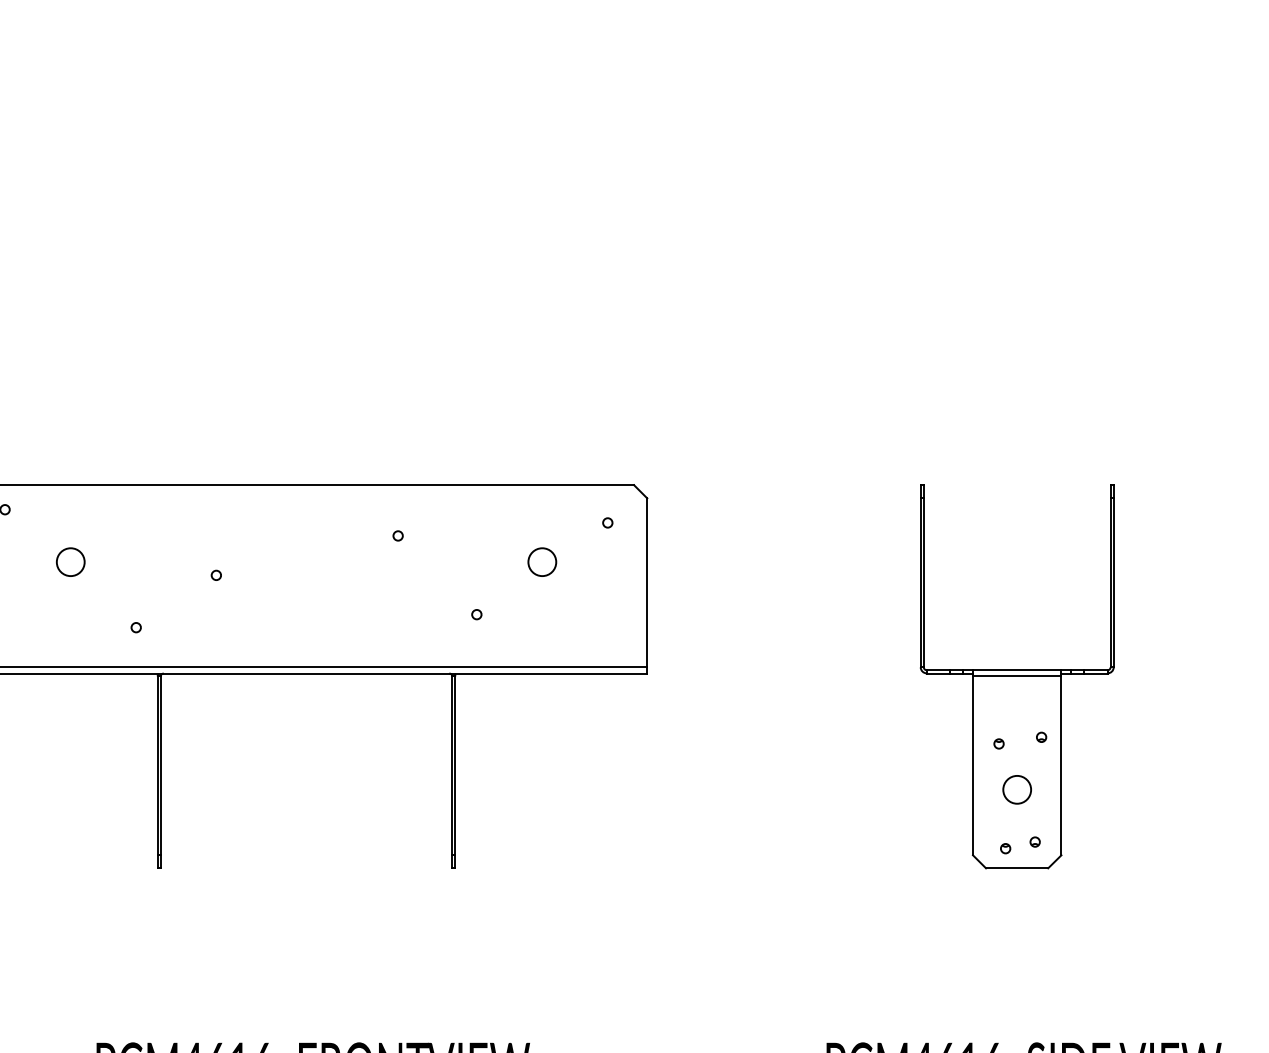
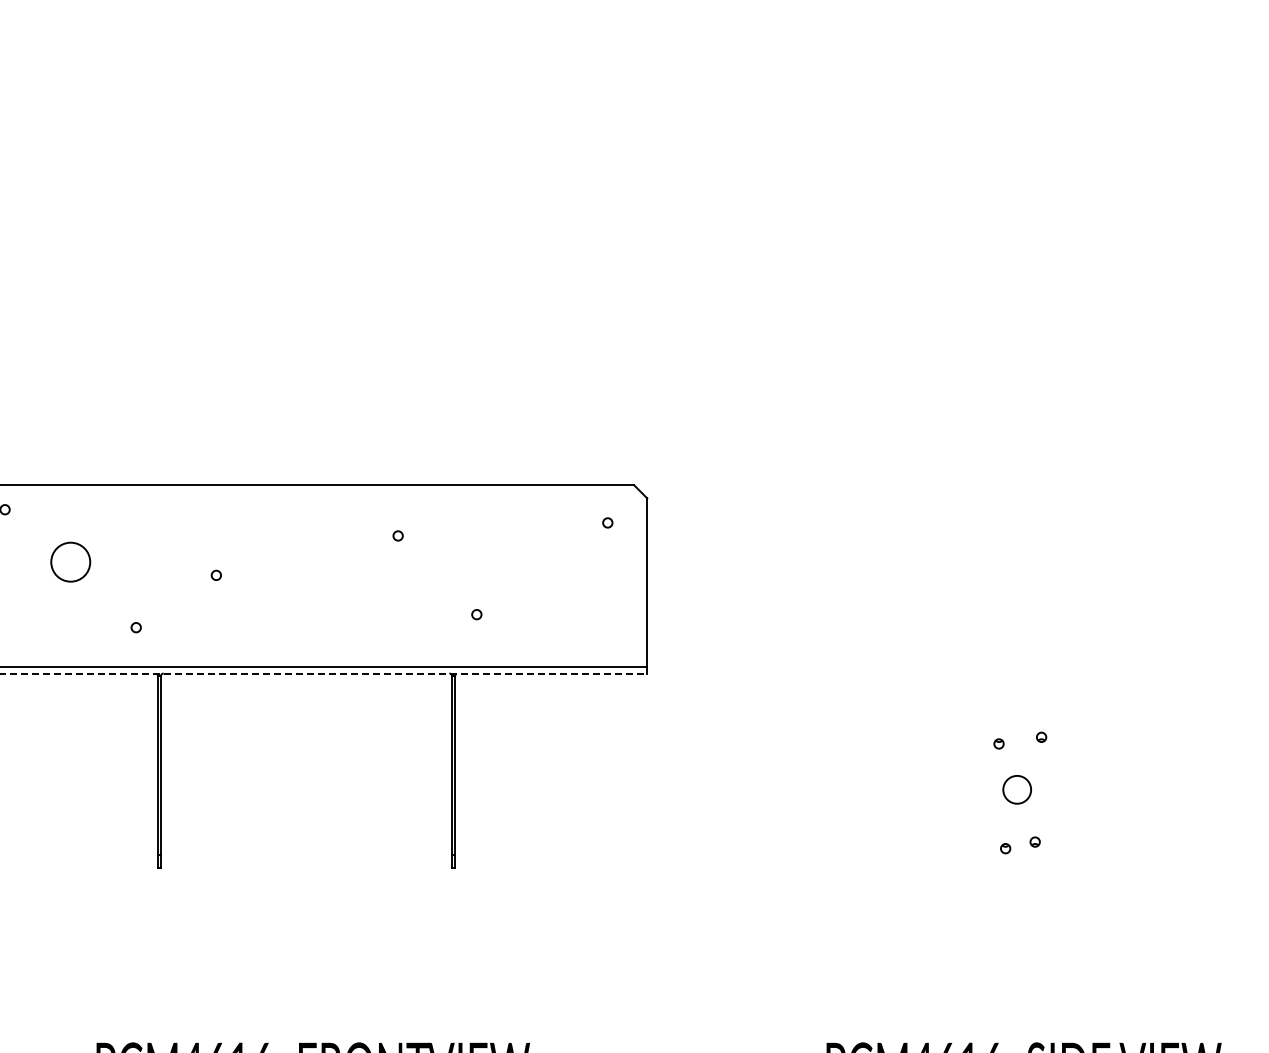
circle at (542, 561): present -> none
circle at (70, 562) diameter: 28 px -> 39 px
line at (324, 673): solid -> dashed
part at (1016, 676): present -> none
